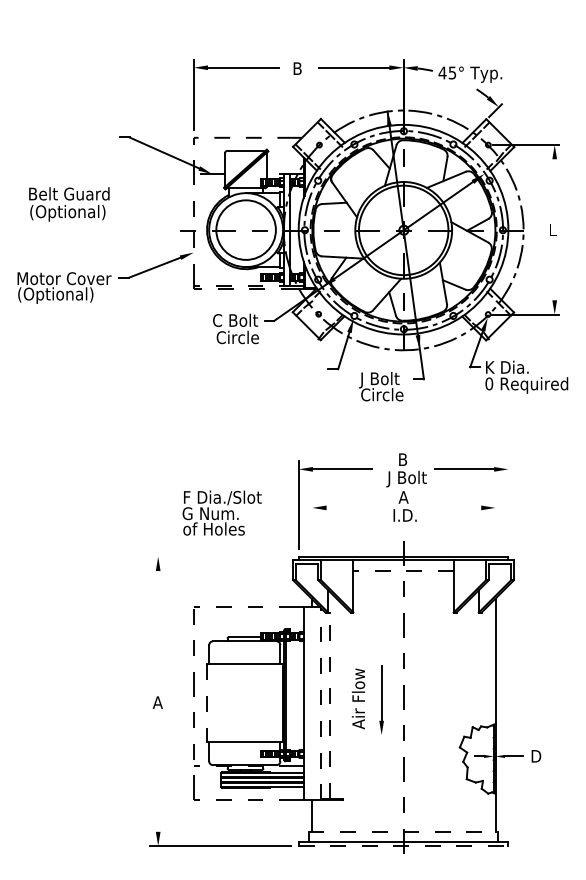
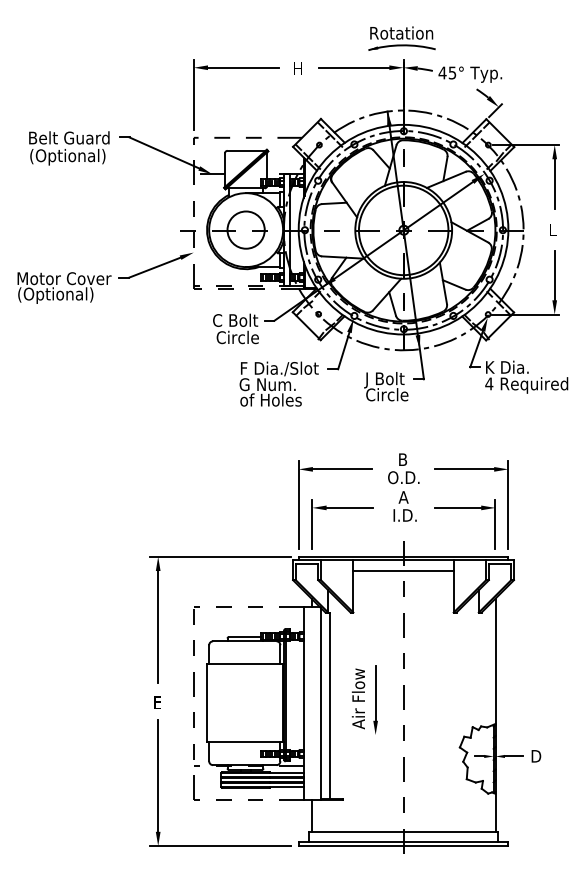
part at (401, 38): none -> present
text at (297, 68): B -> H
line at (554, 184): none -> present
text at (69, 204) position: (69, 204) -> (69, 148)
circle at (245, 229) diameter: 60 px -> 37 px
line at (554, 275): none -> present
text at (489, 383): 0 -> 4
text at (381, 386) position: (381, 386) -> (386, 386)
text at (406, 478): J Bolt -> O.D.
line at (508, 504): none -> present
line at (349, 507): none -> present
line at (457, 507): none -> present
text at (221, 512) position: (221, 512) -> (278, 383)
line at (312, 524): none -> present
line at (495, 524): none -> present
line at (220, 556): none -> present
line at (403, 571): dashed -> solid
line at (158, 626): none -> present
part at (381, 699) position: (381, 699) -> (375, 699)
text at (157, 702): A -> E
line at (207, 703): dashed -> solid
line at (320, 703): dashed -> solid
line at (330, 705): dashed -> solid
line at (158, 775): none -> present
line at (403, 831): dashed -> solid
line at (403, 846): dashed -> solid
